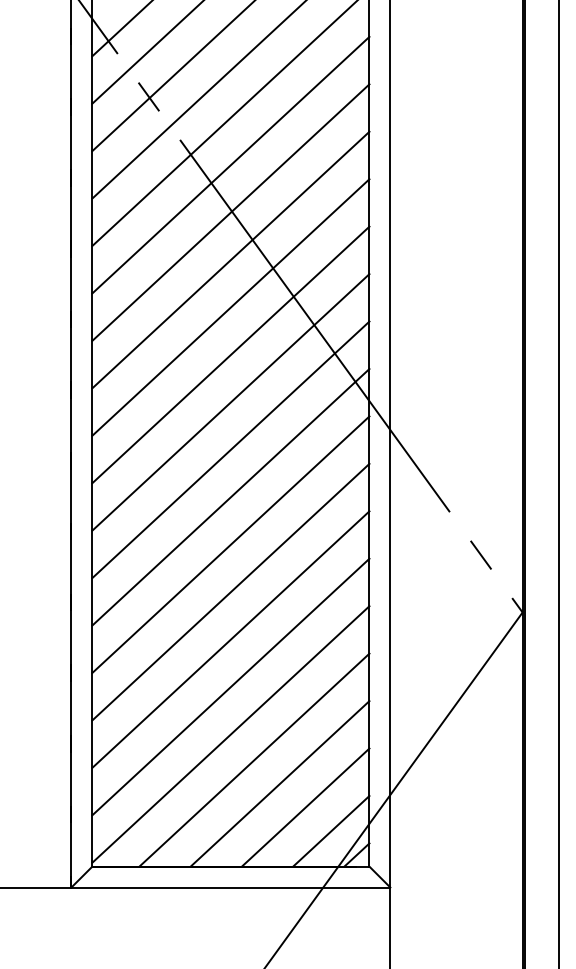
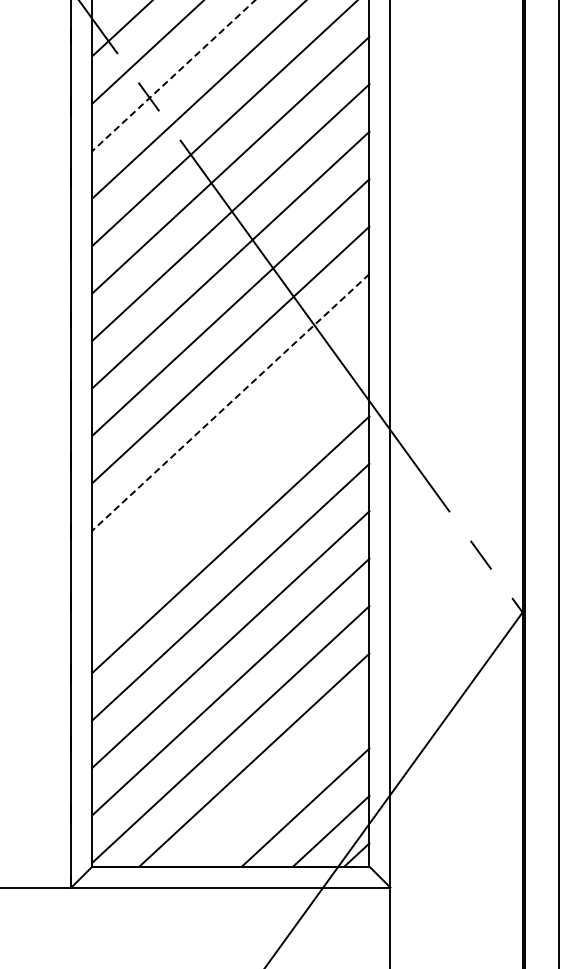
line at (173, 75): solid -> dashed
line at (230, 402): solid -> dashed
line at (230, 449): present -> none
line at (230, 497): present -> none
line at (279, 783): present -> none
